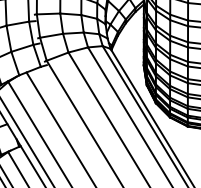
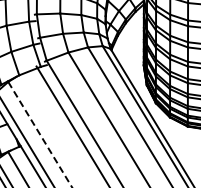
line at (60, 128) position: (60, 128) -> (72, 125)
line at (40, 134): solid -> dashed
